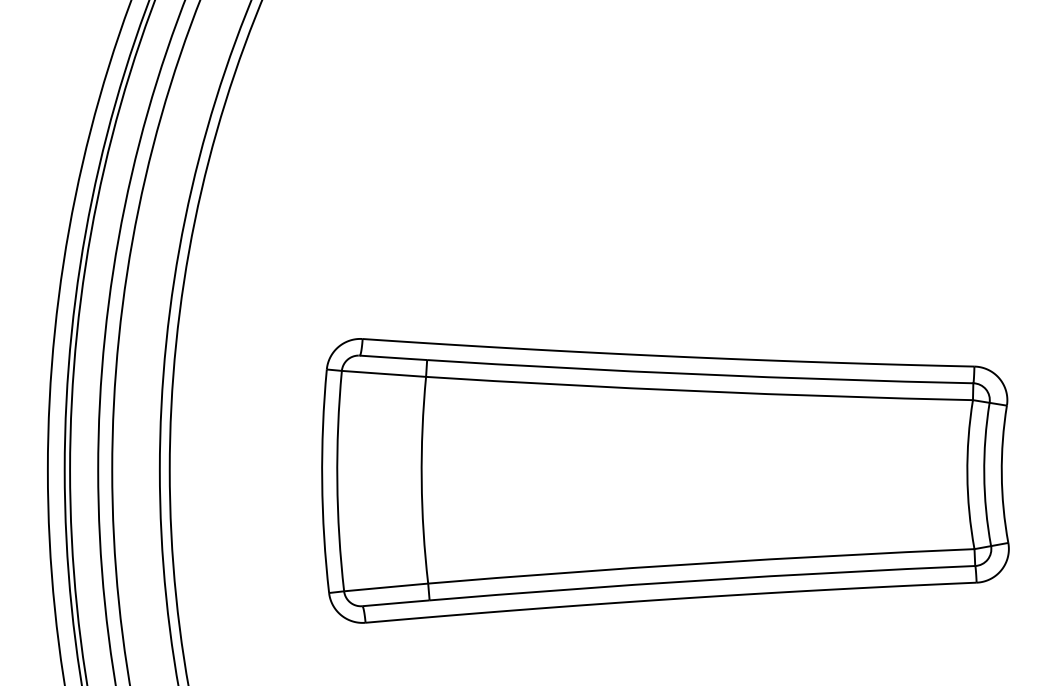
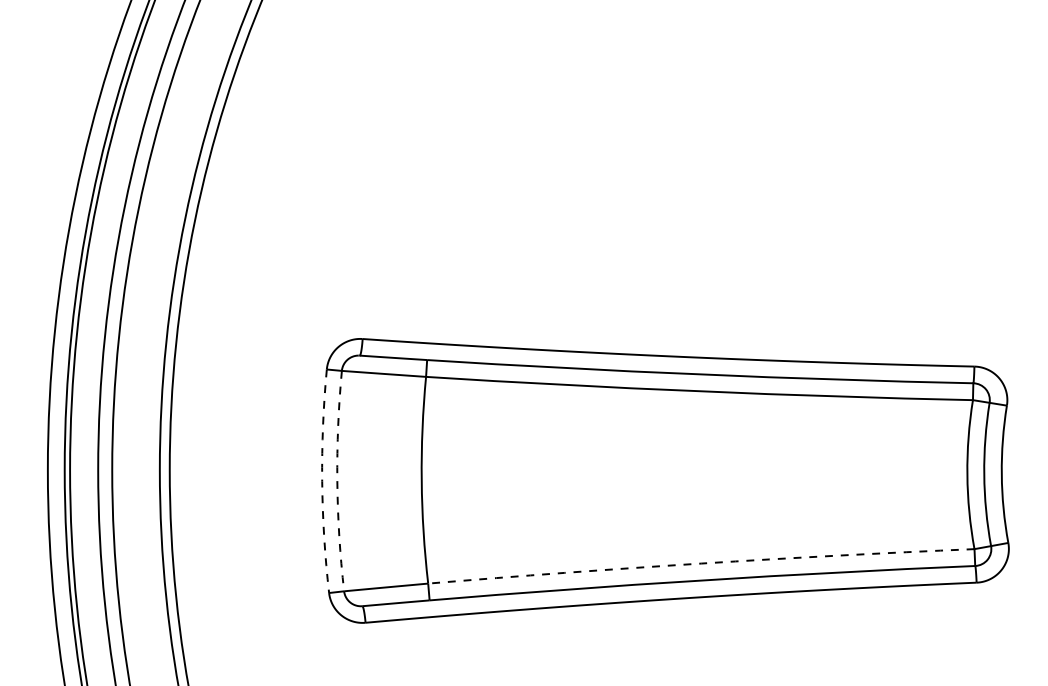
arc at (322, 481): solid -> dashed
arc at (337, 481): solid -> dashed
arc at (701, 563): solid -> dashed
